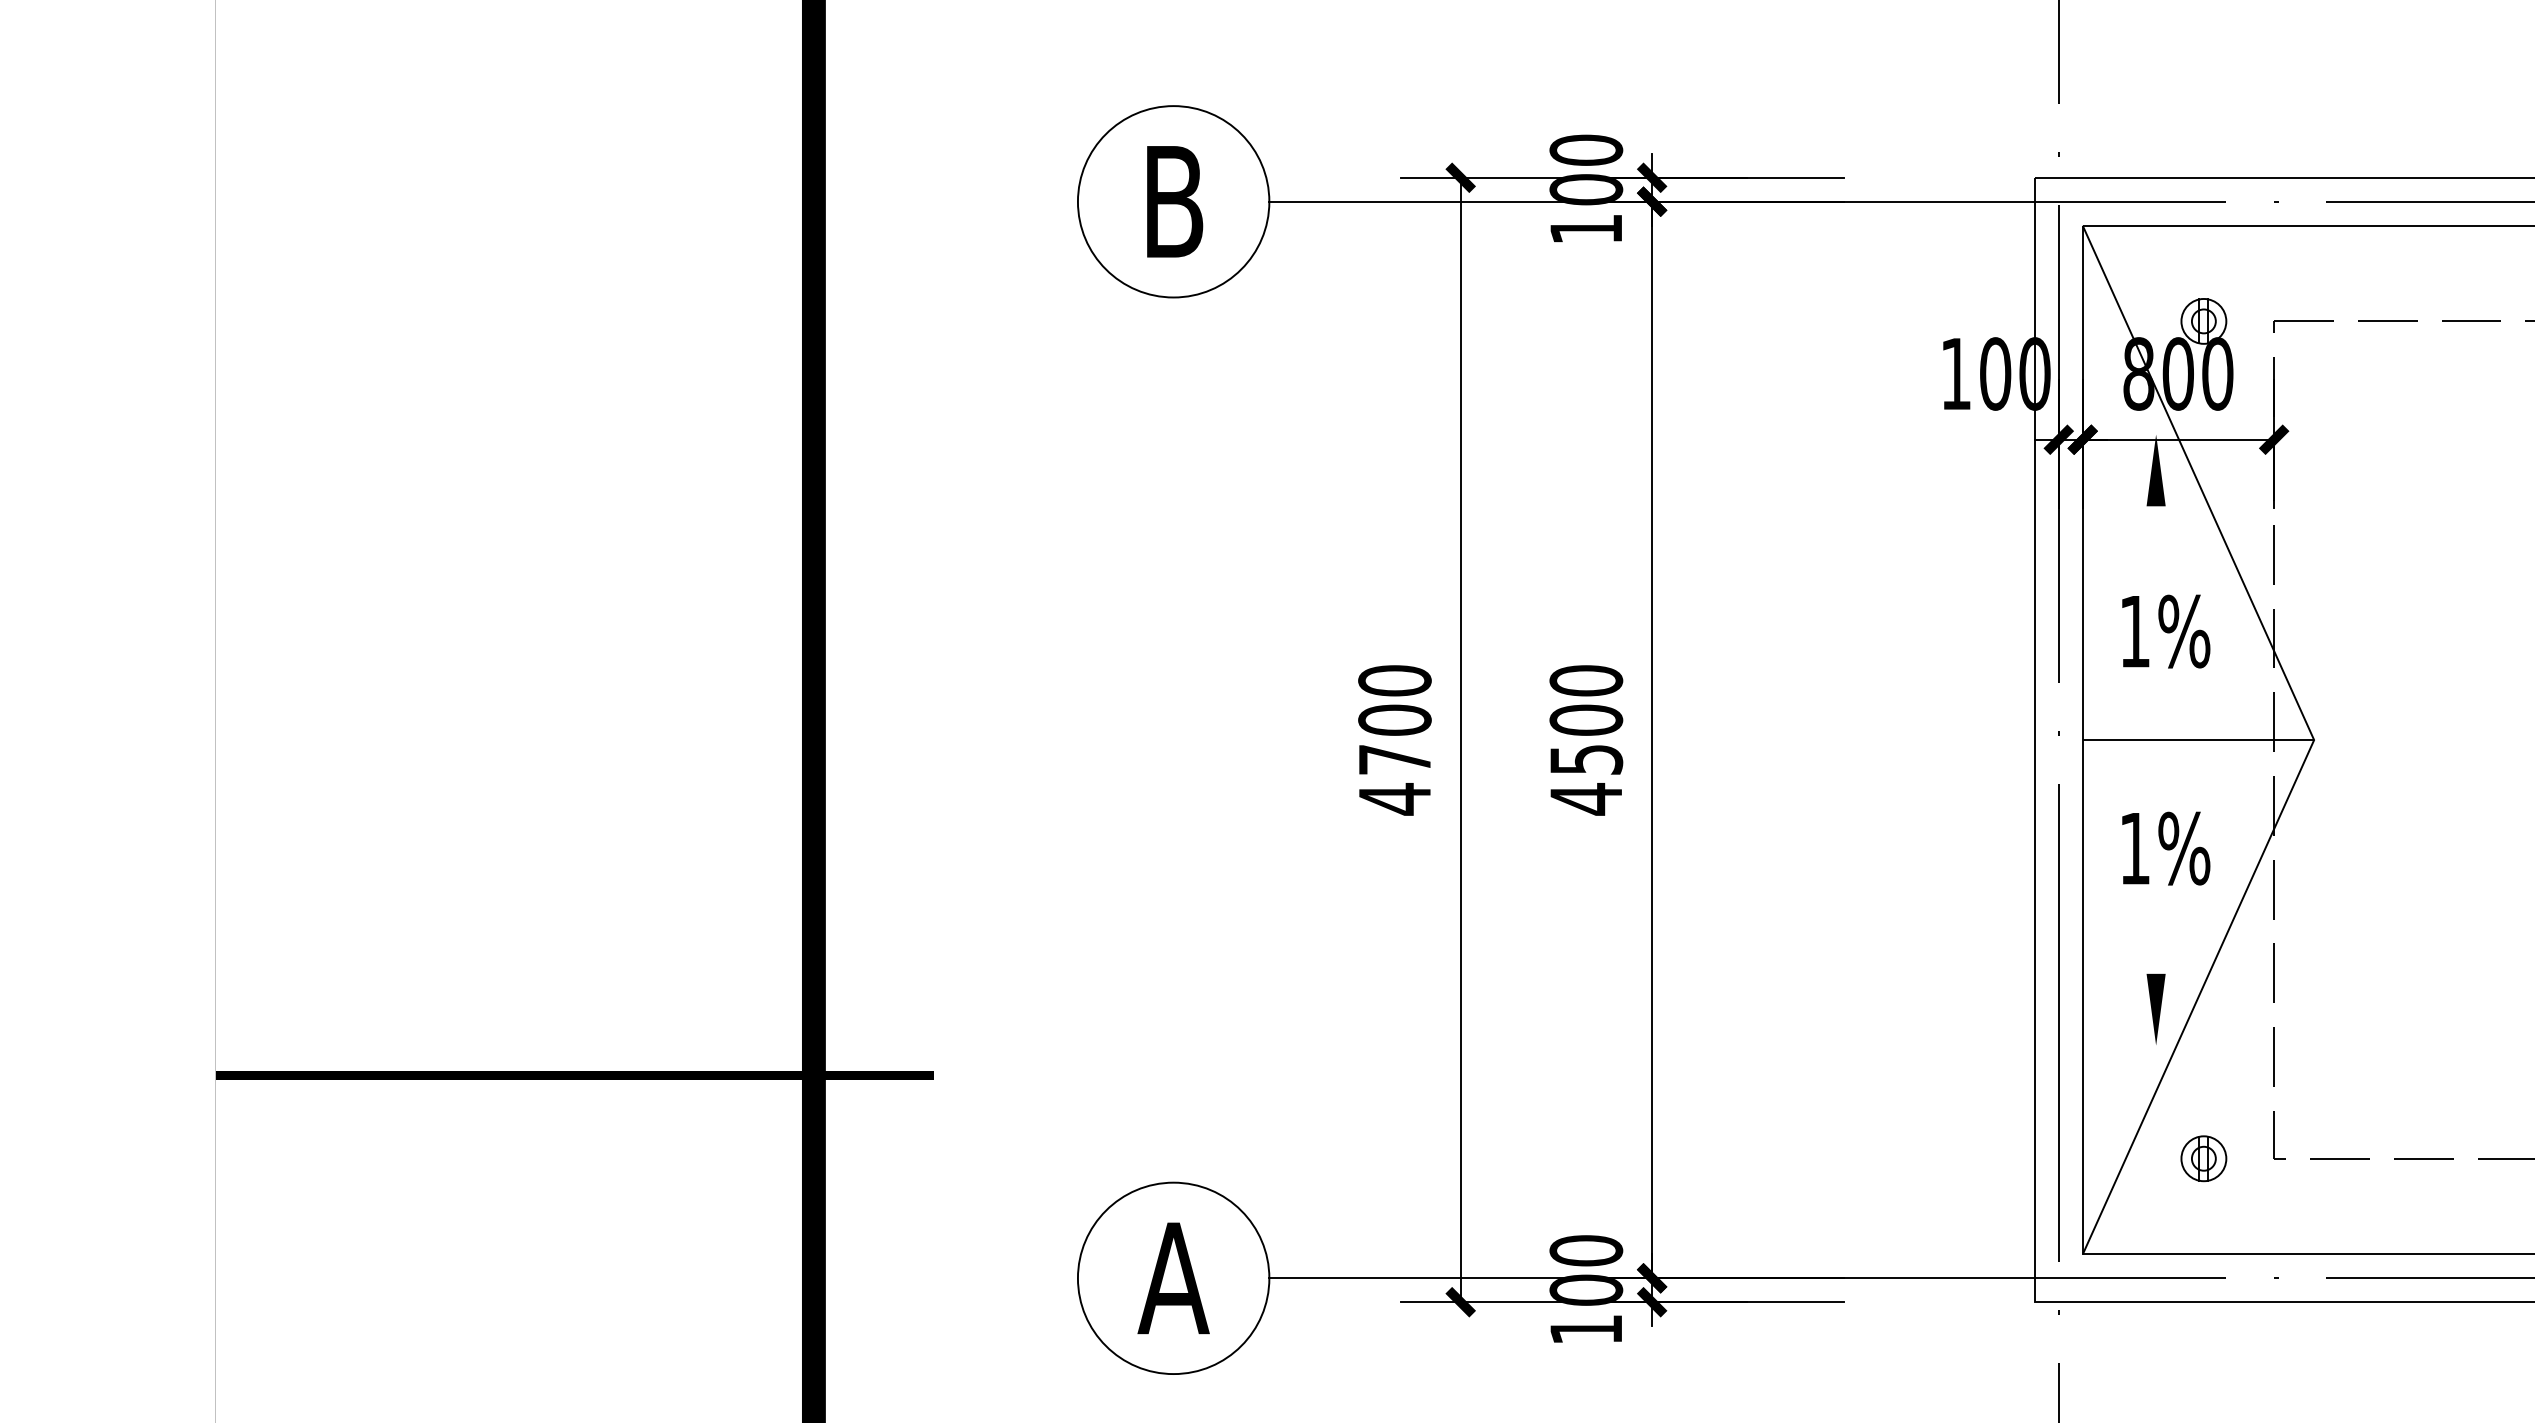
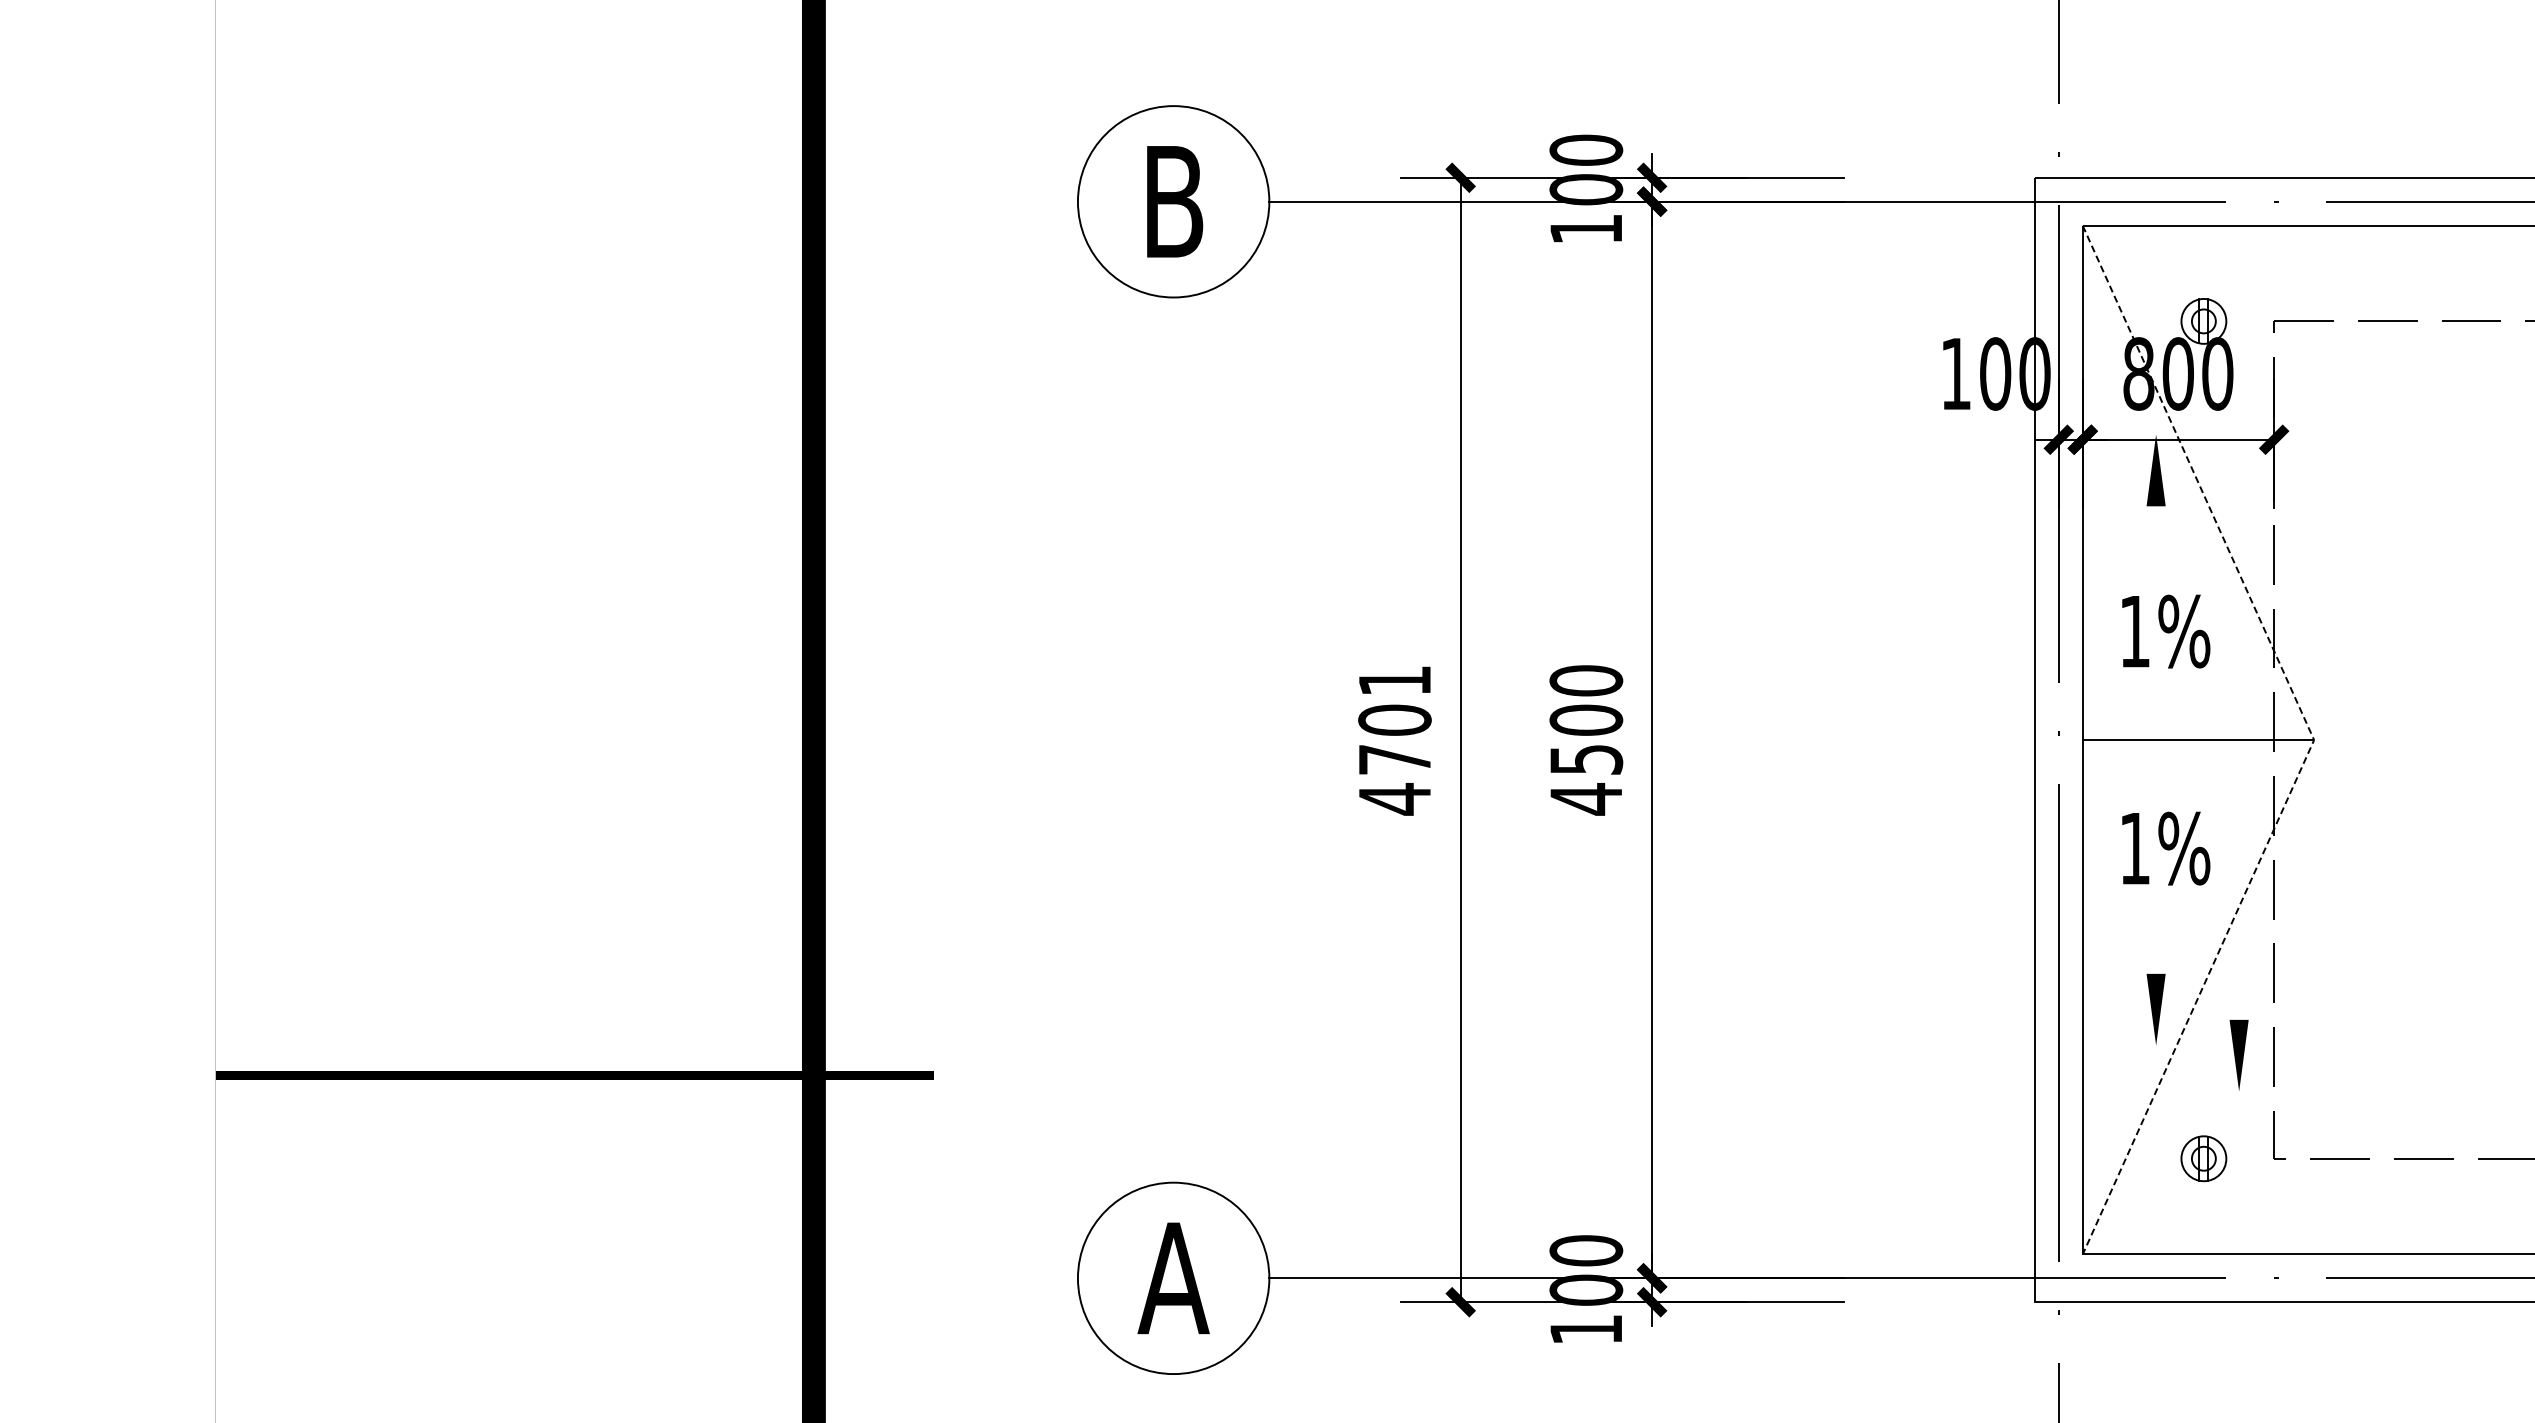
text at (1394, 680): 4700 -> 4701
line at (2314, 740): solid -> dashed
line at (2238, 1054): none -> present
